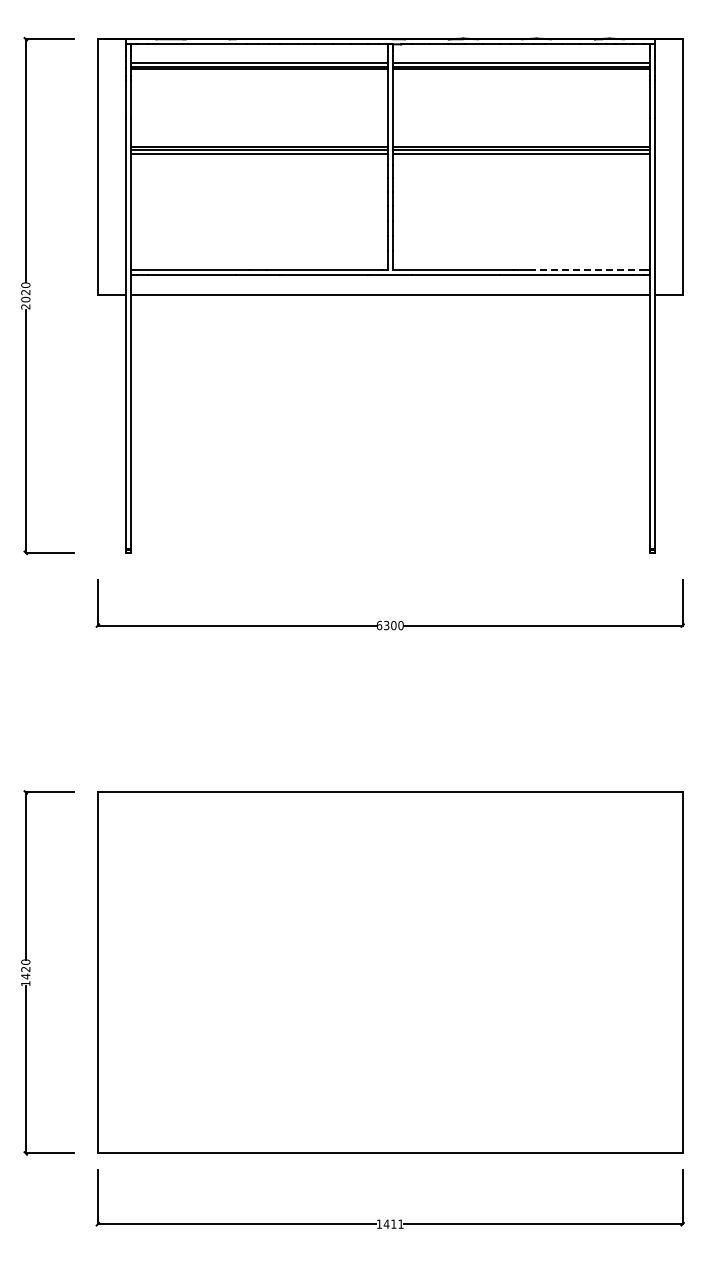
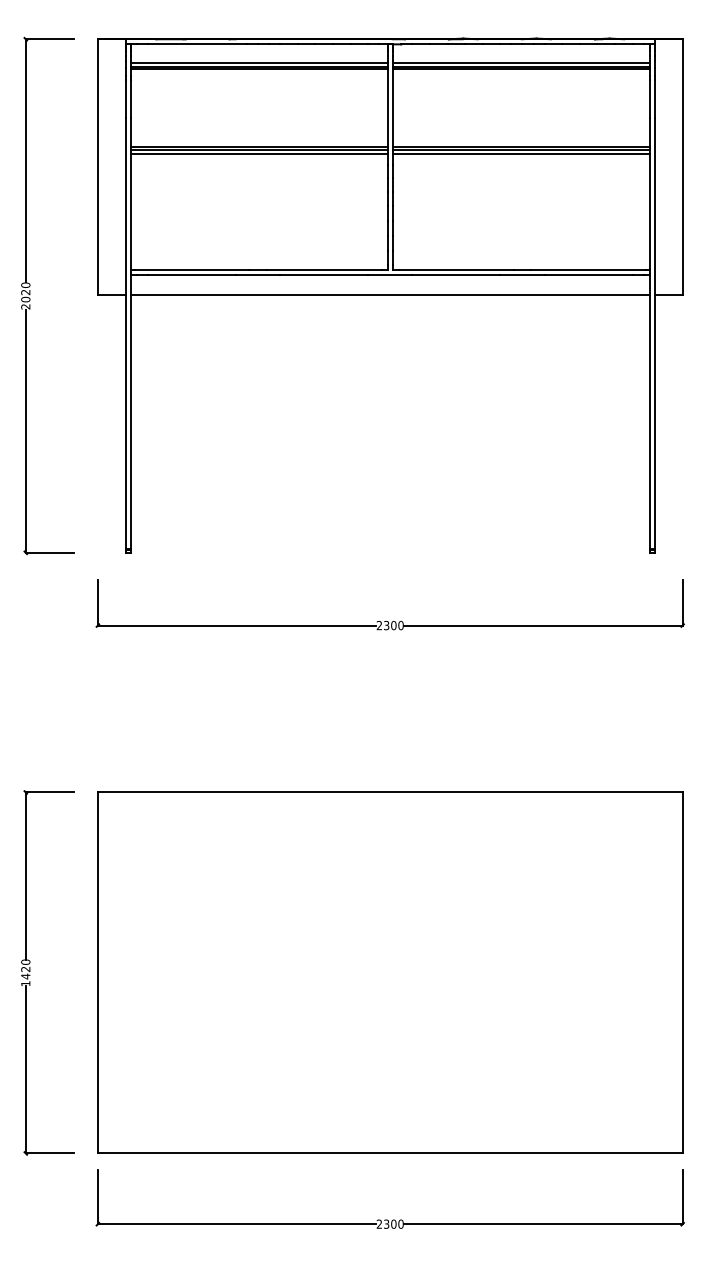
line at (588, 270): dashed -> solid
text at (379, 625): 6300 -> 2300
text at (389, 1223): 1411 -> 2300
